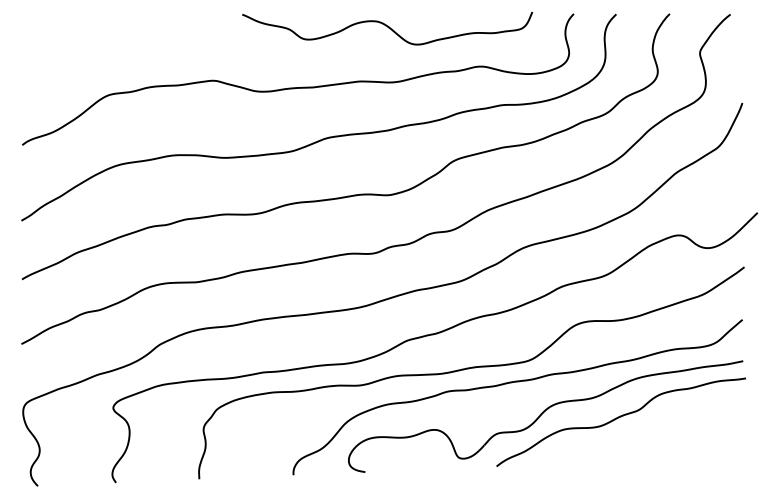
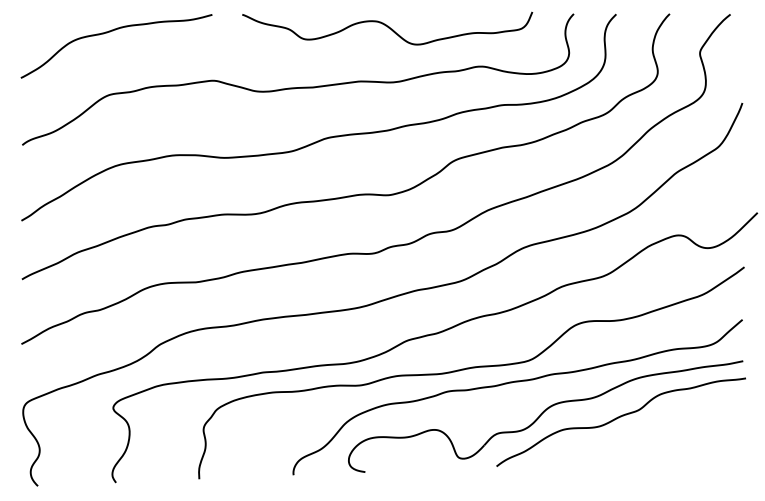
curve at (110, 32): none -> present
